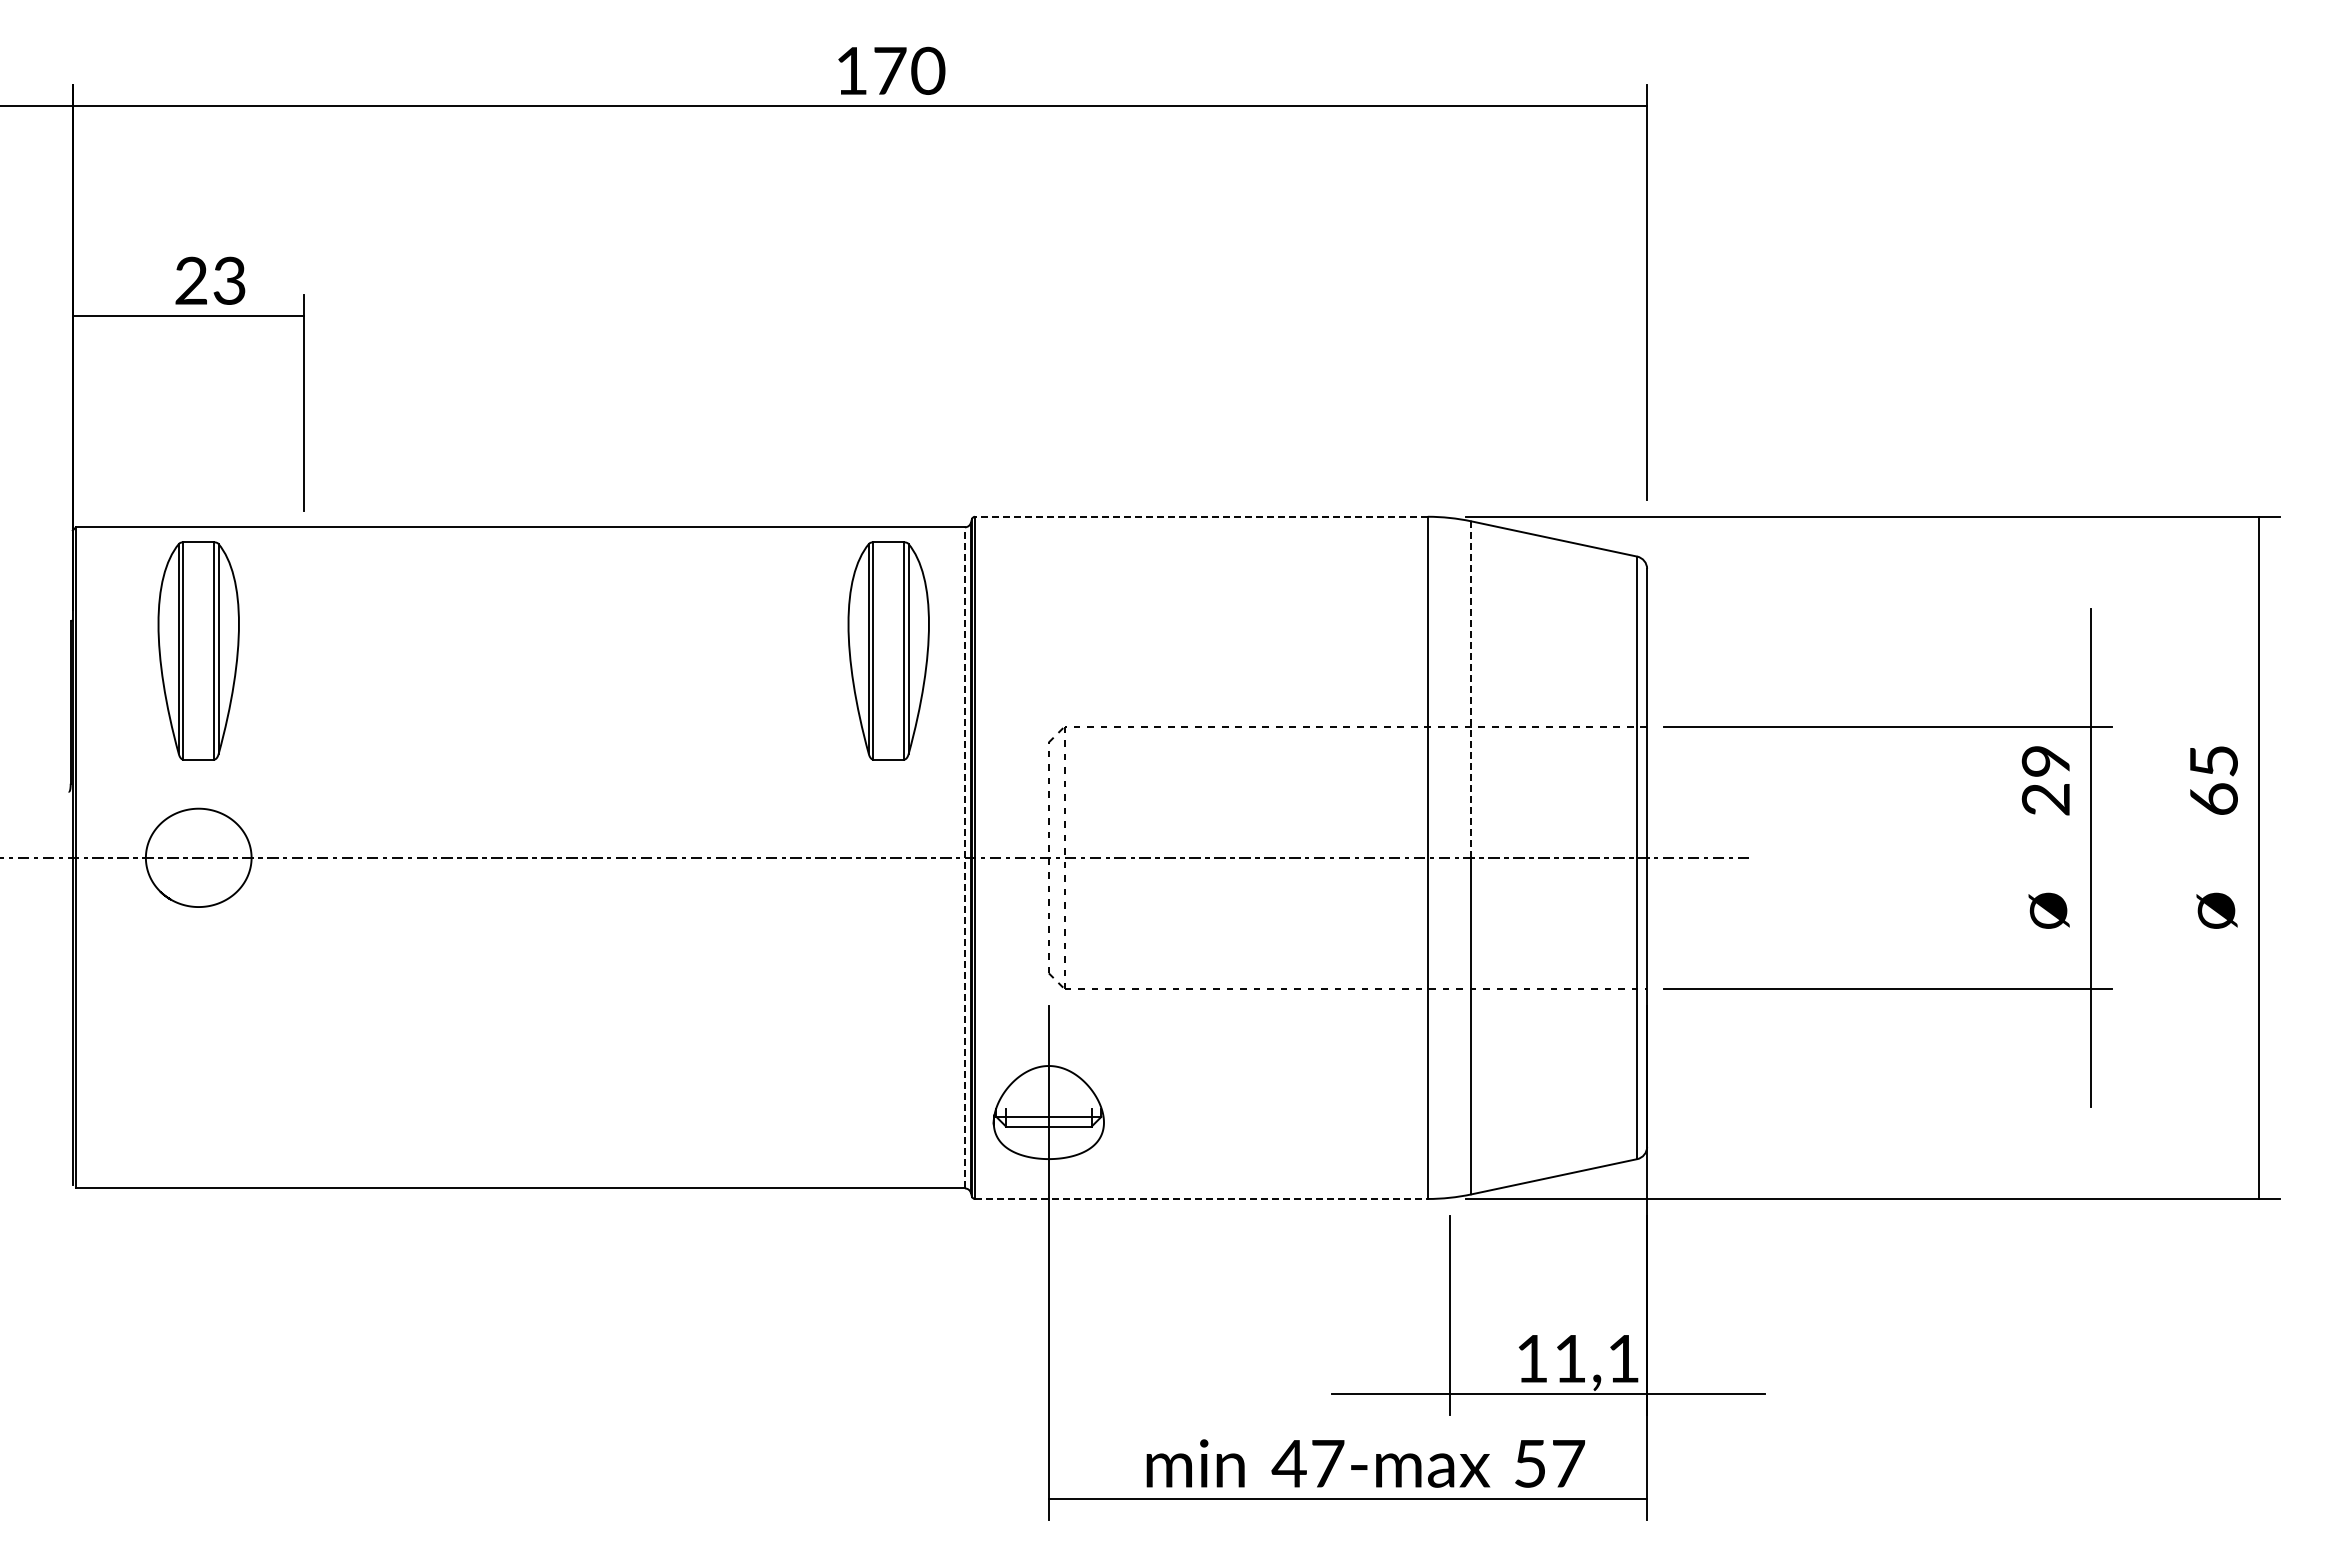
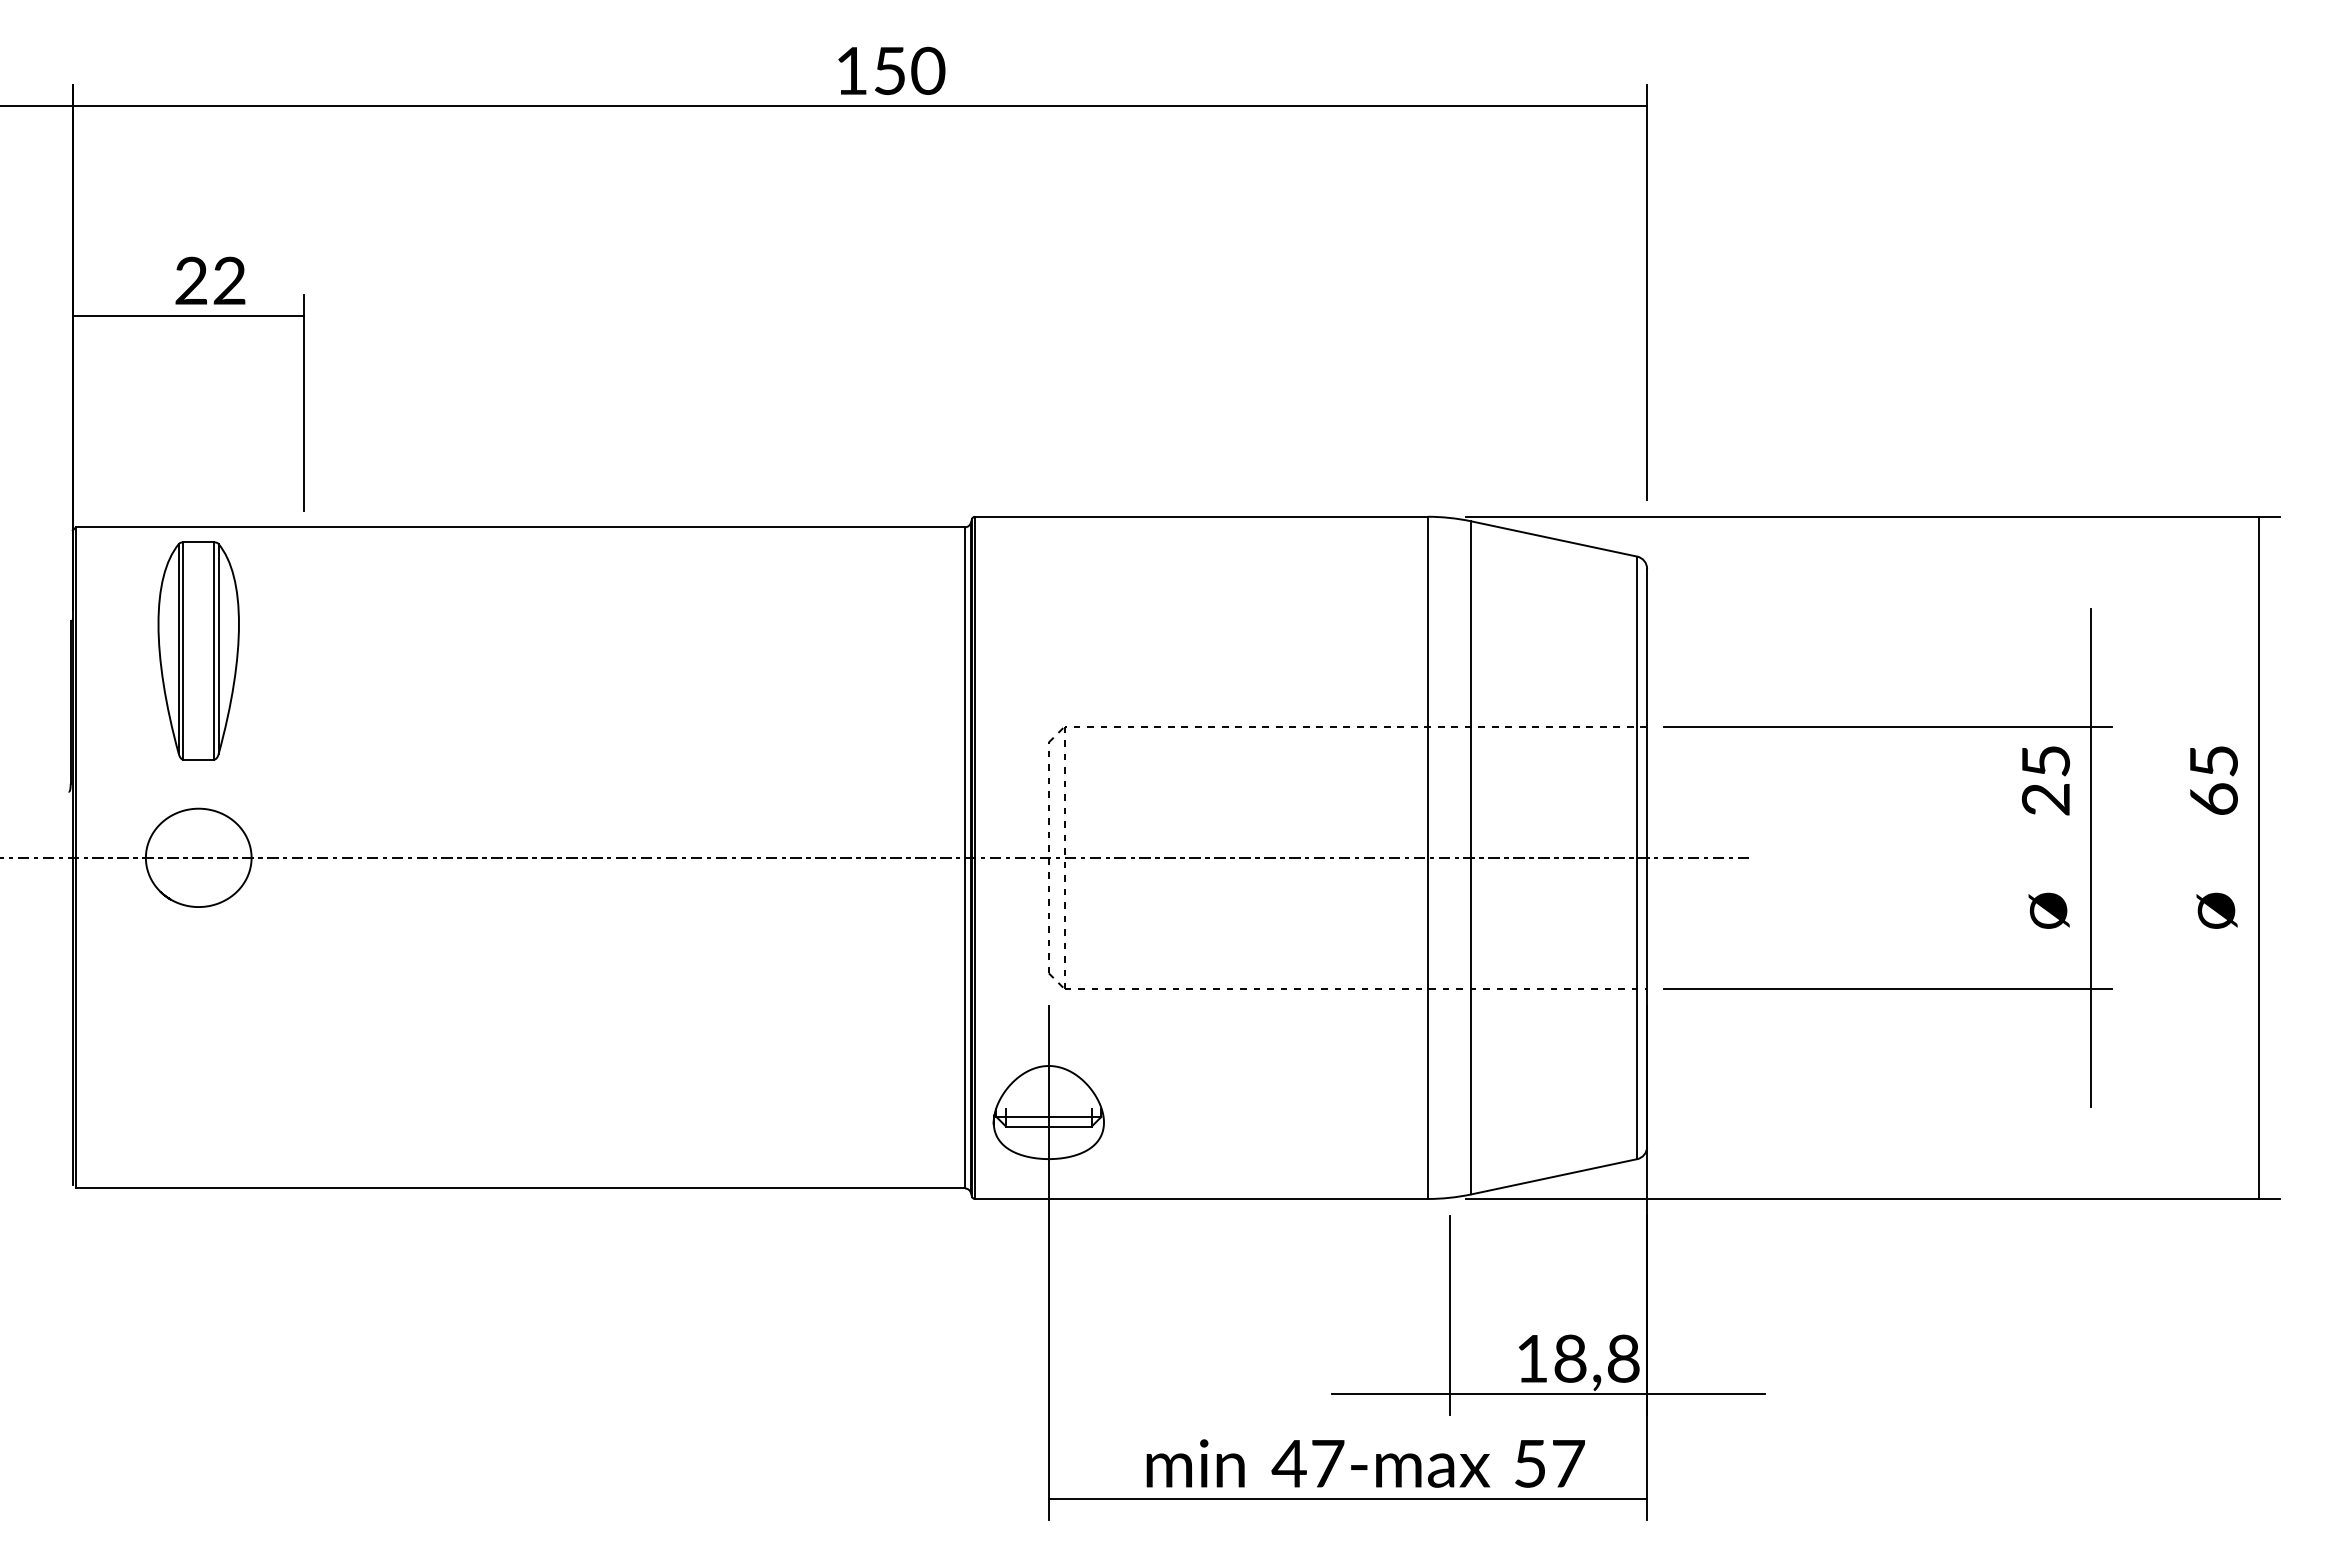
text at (890, 70): 170 -> 150
text at (229, 281): 23 -> 22
line at (1200, 516): dashed -> solid
part at (888, 650): present -> none
line at (1471, 689): dashed -> solid
text at (2045, 761): 29 -> 25
line at (964, 857): dashed -> solid
line at (1201, 1198): dashed -> solid
text at (1596, 1358): 11,1 -> 18,8
